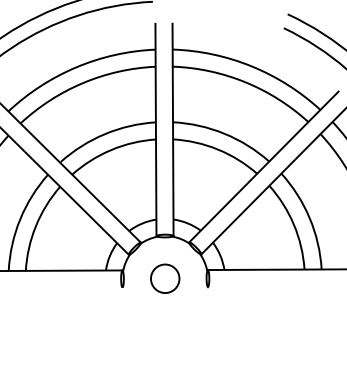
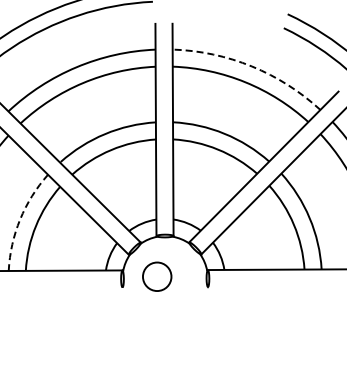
arc at (251, 66): solid -> dashed
arc at (20, 219): solid -> dashed
circle at (165, 278) position: (165, 278) -> (157, 276)
